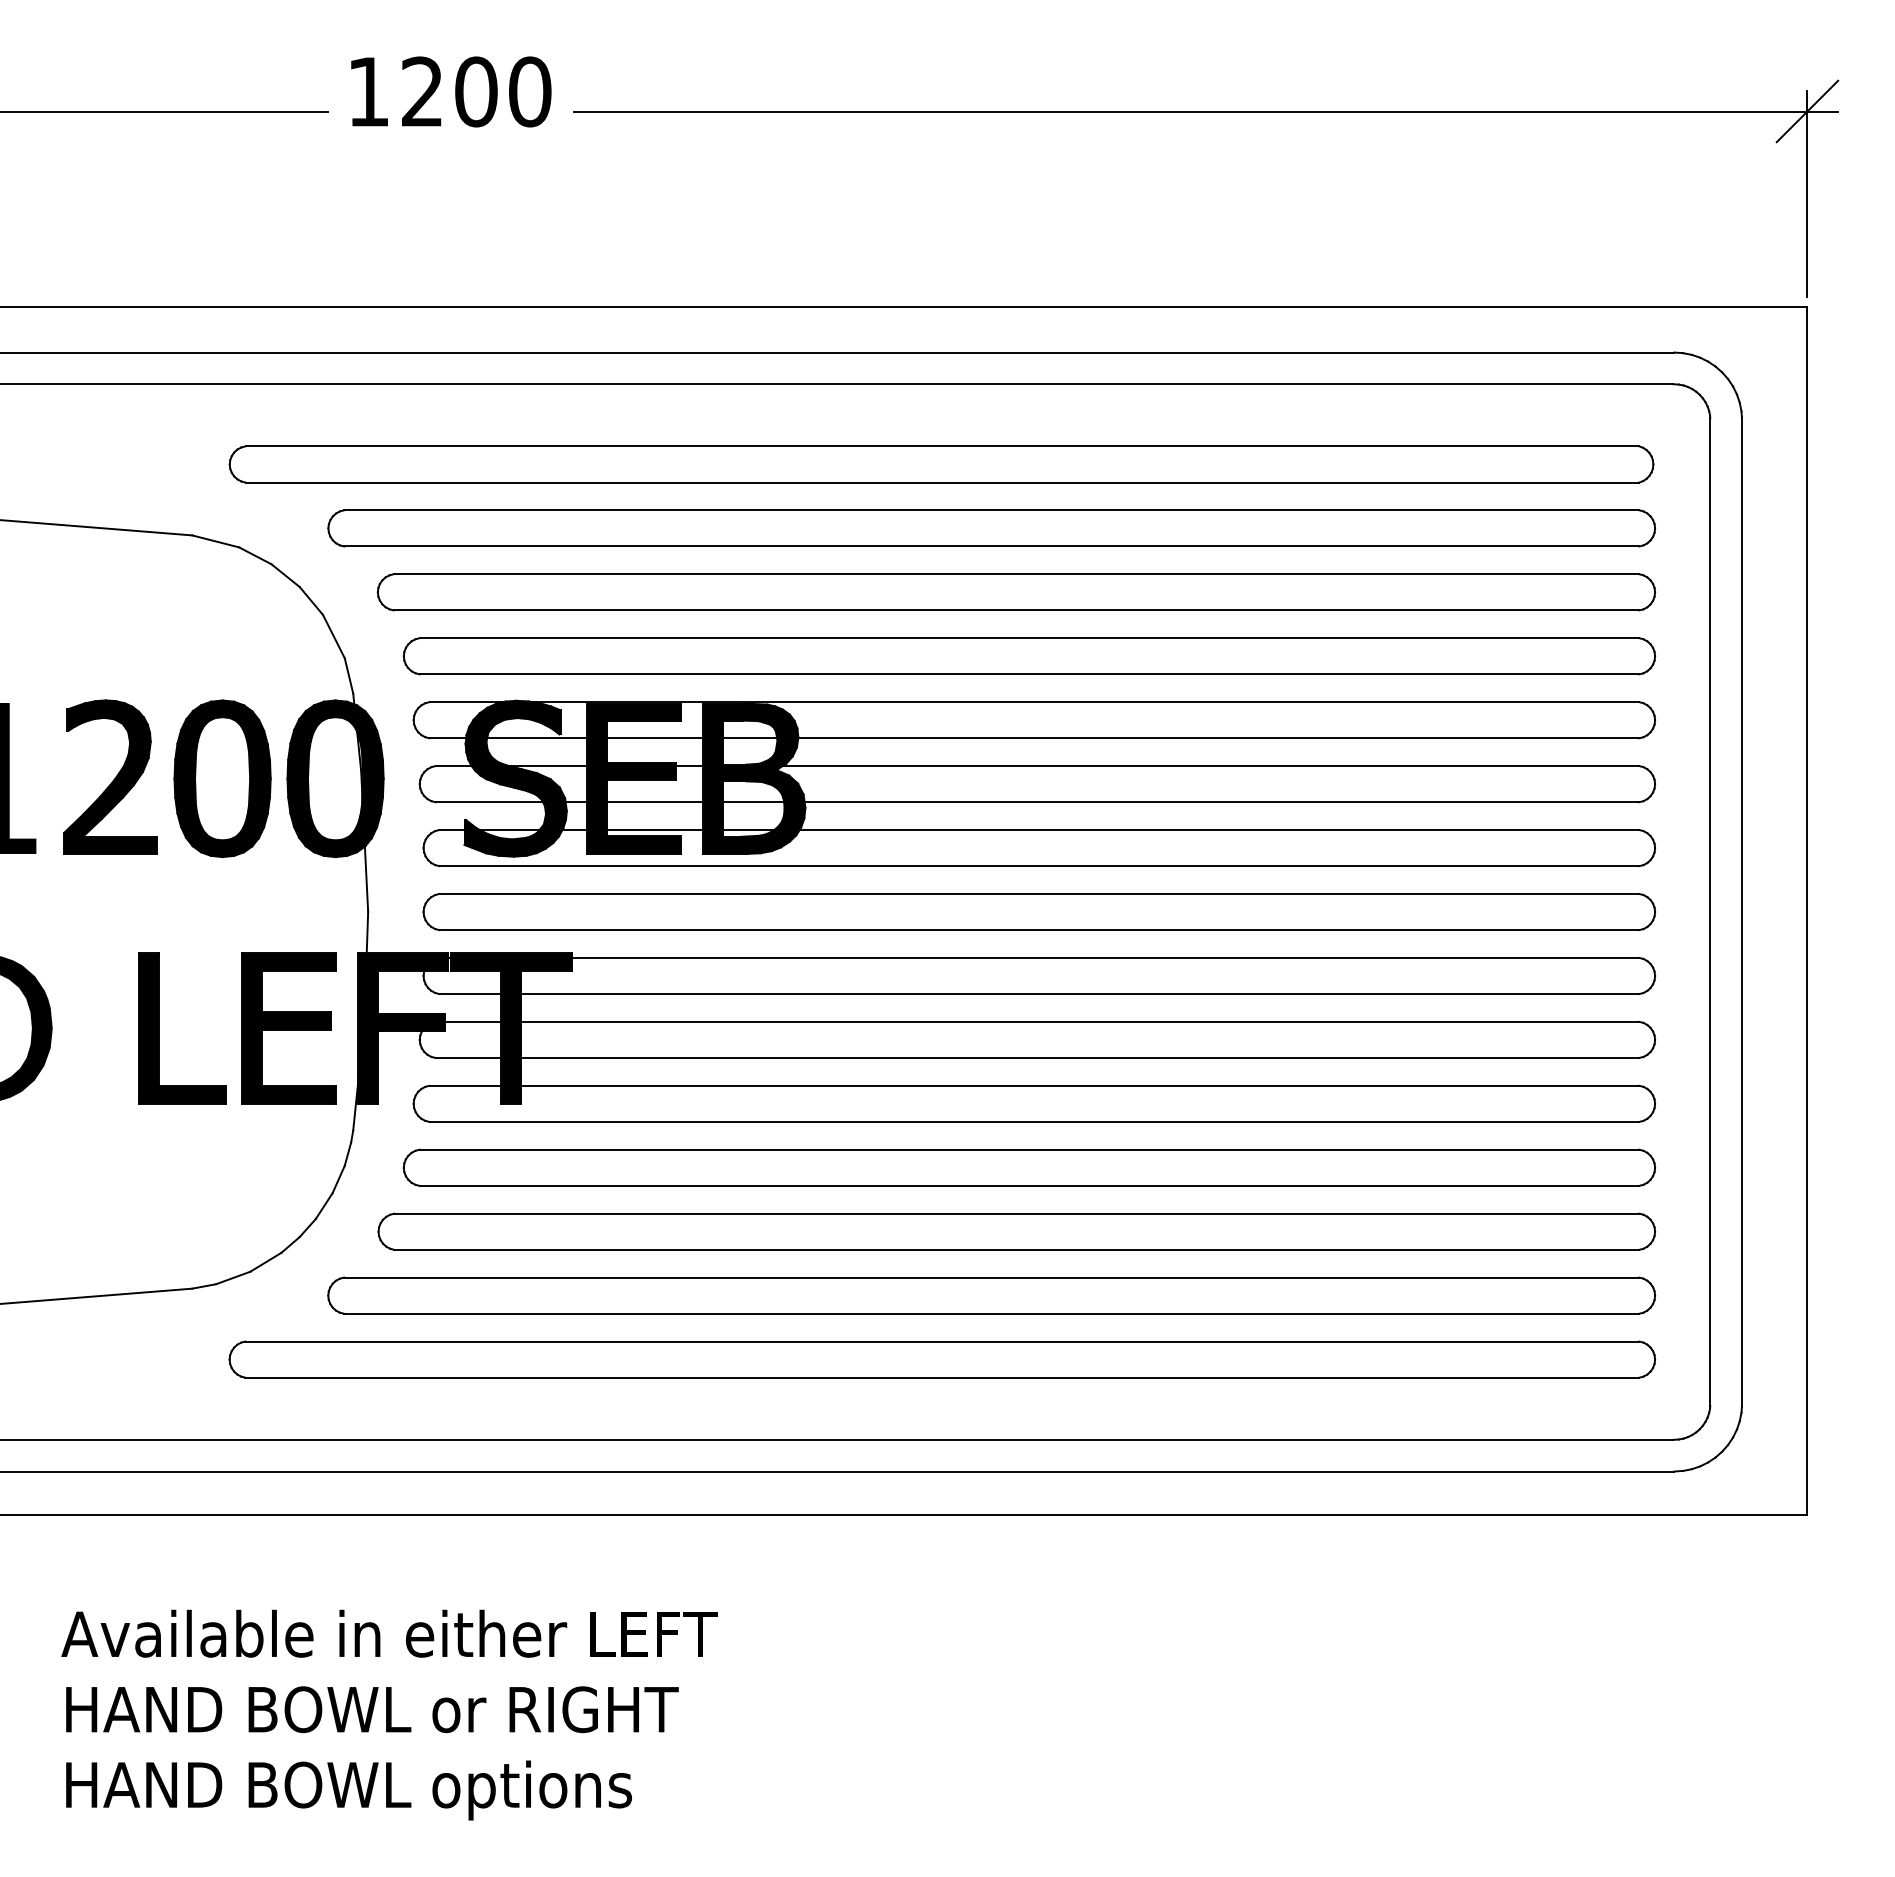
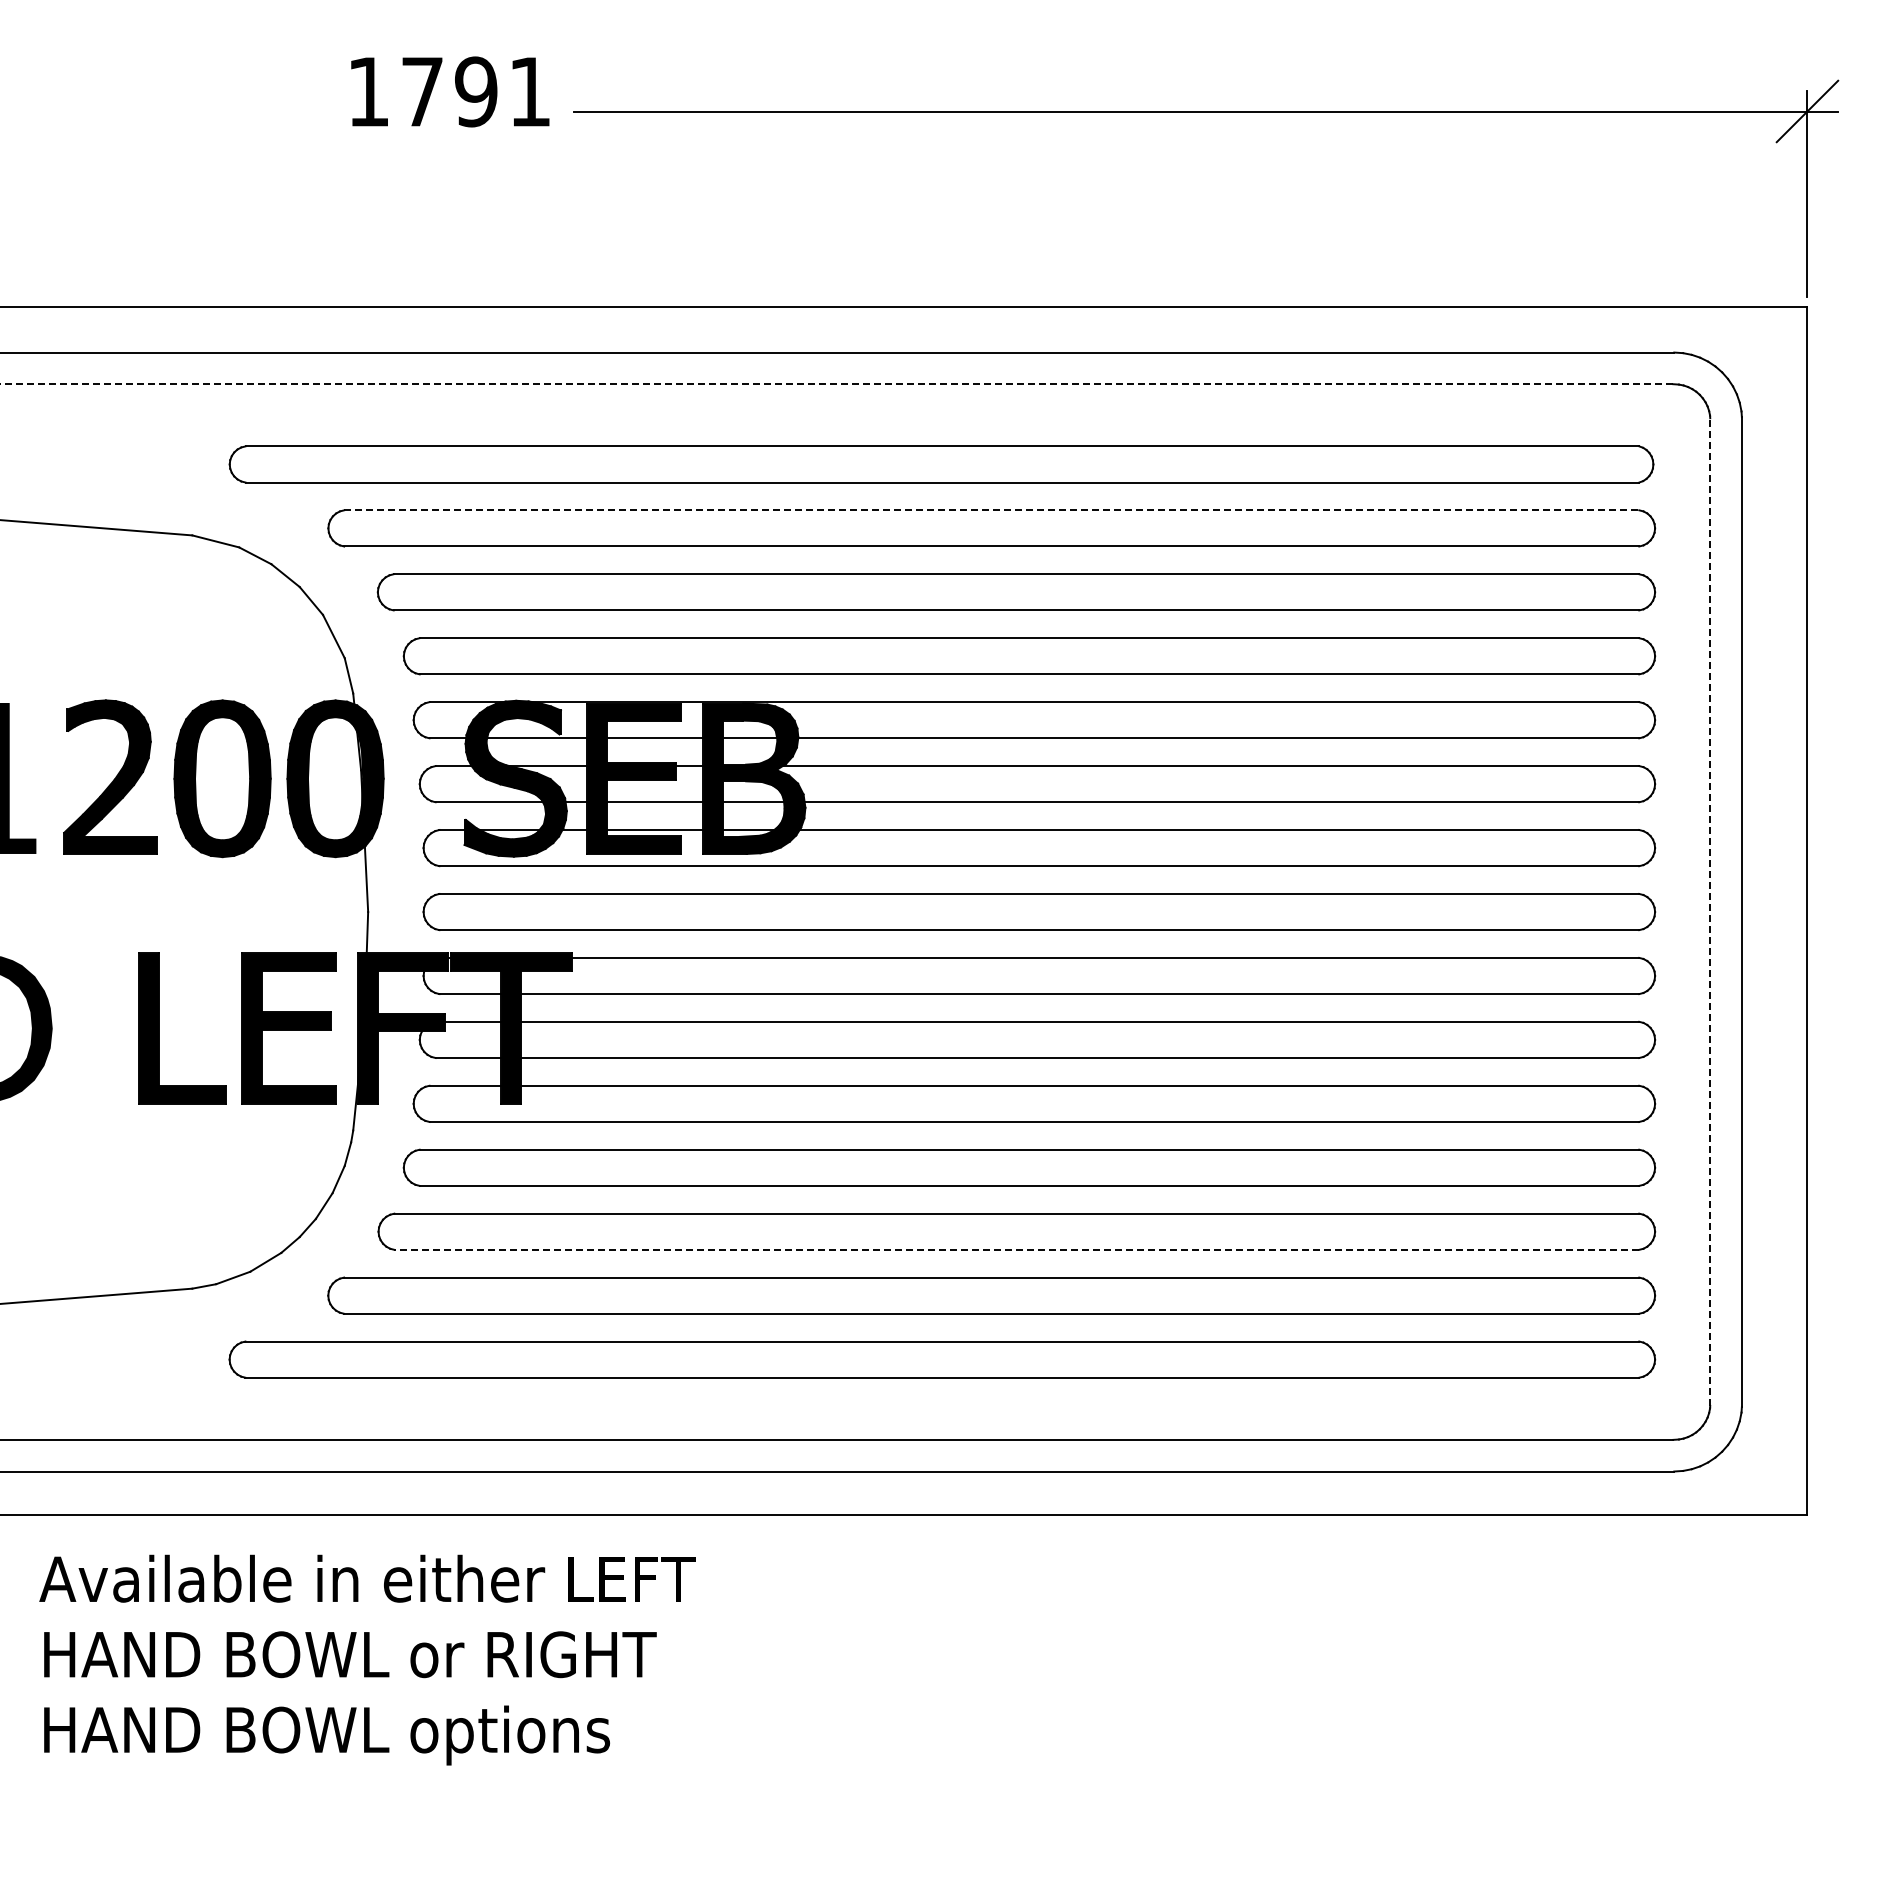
text at (476, 91): 1200 -> 1791
line at (165, 111): present -> none
line at (836, 384): solid -> dashed
line at (991, 510): solid -> dashed
line at (1710, 912): solid -> dashed
line at (1016, 1249): solid -> dashed
text at (389, 1714) position: (389, 1714) -> (367, 1659)
